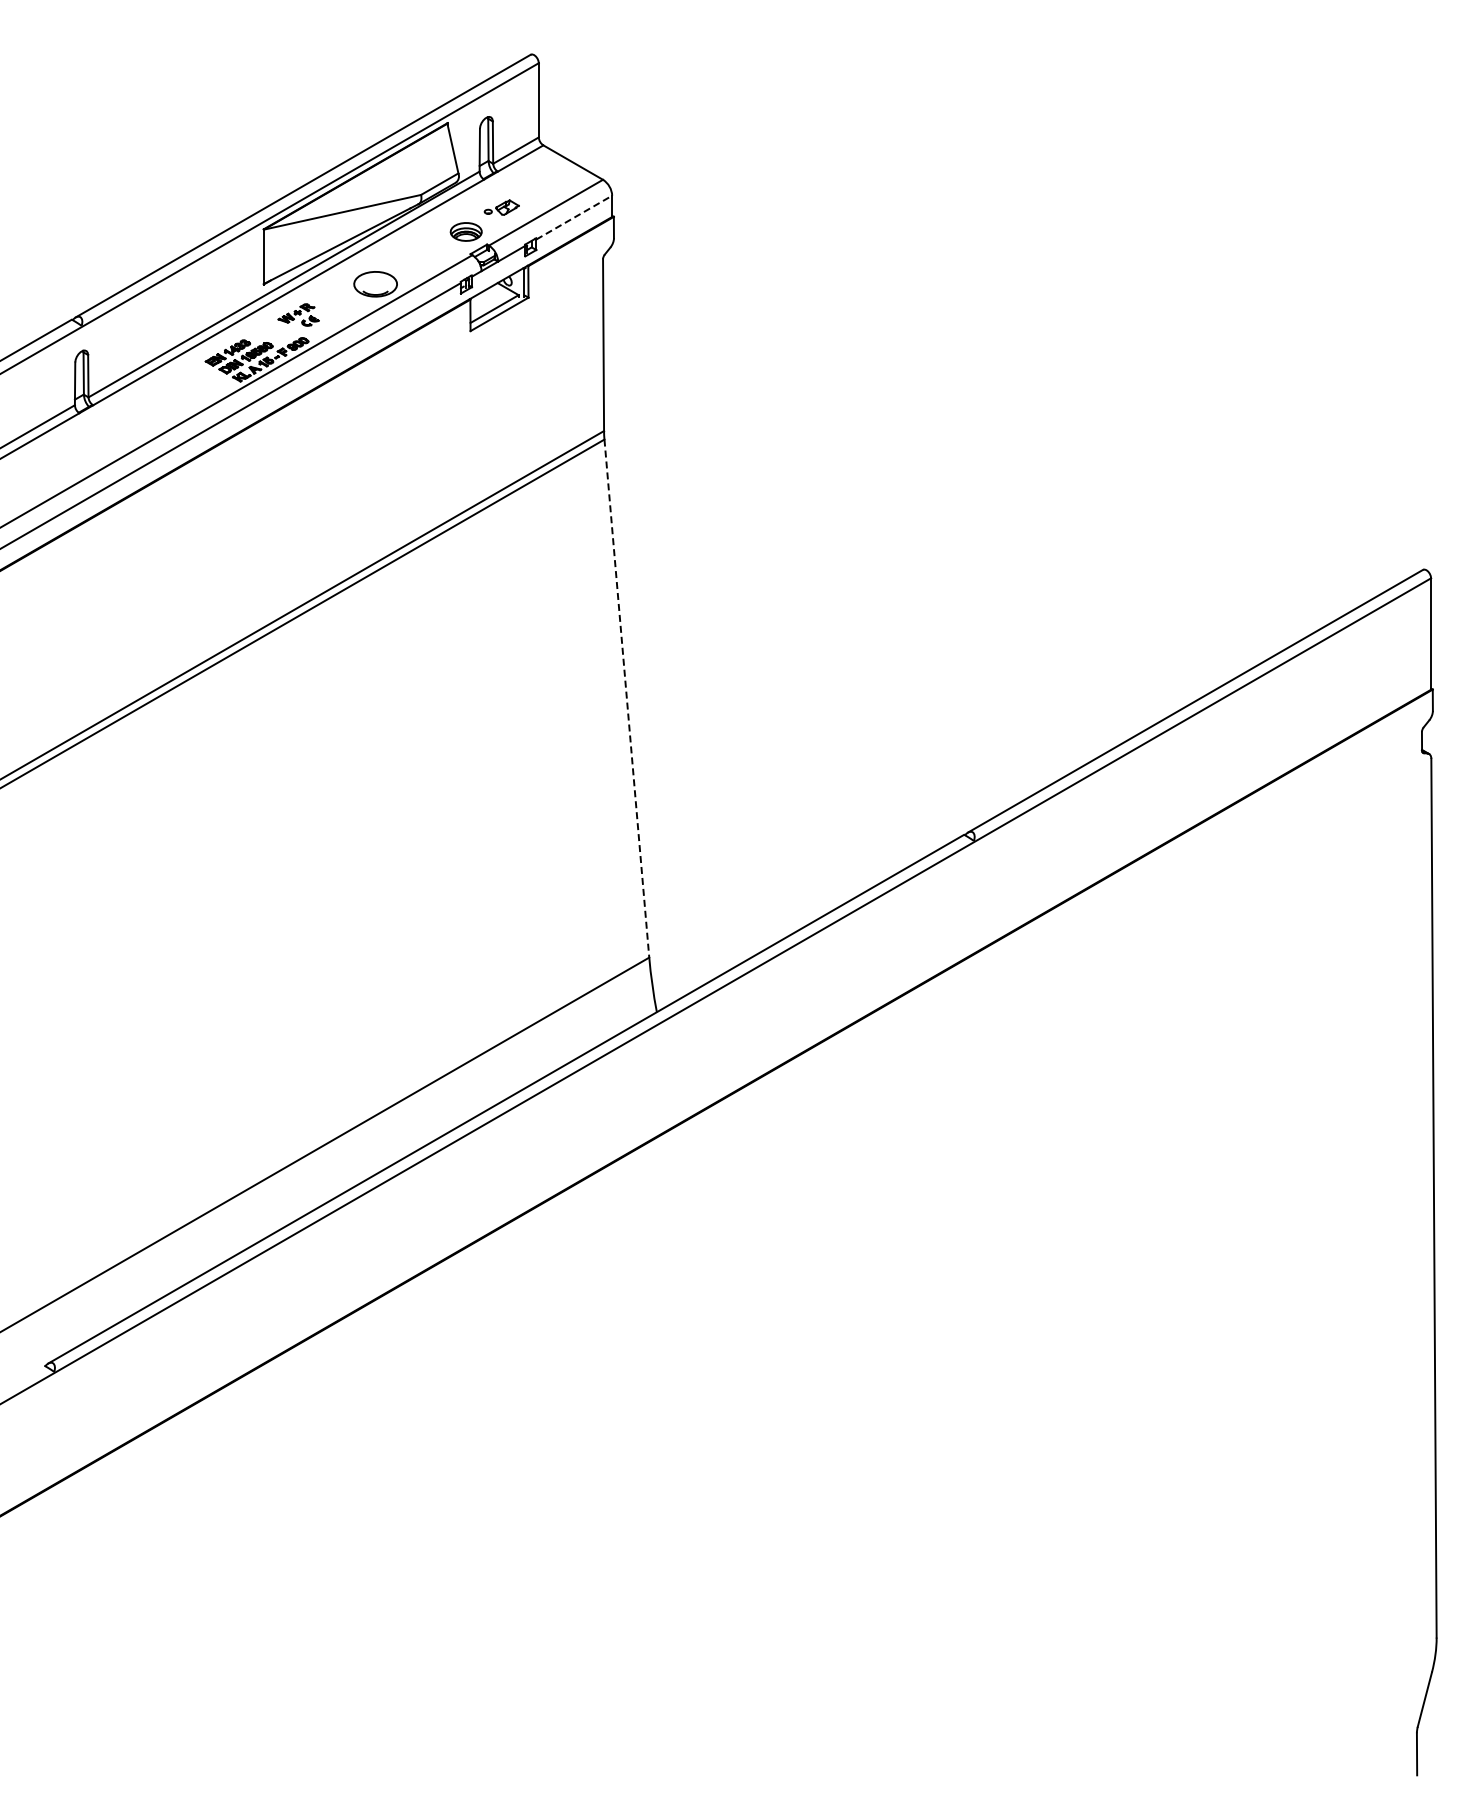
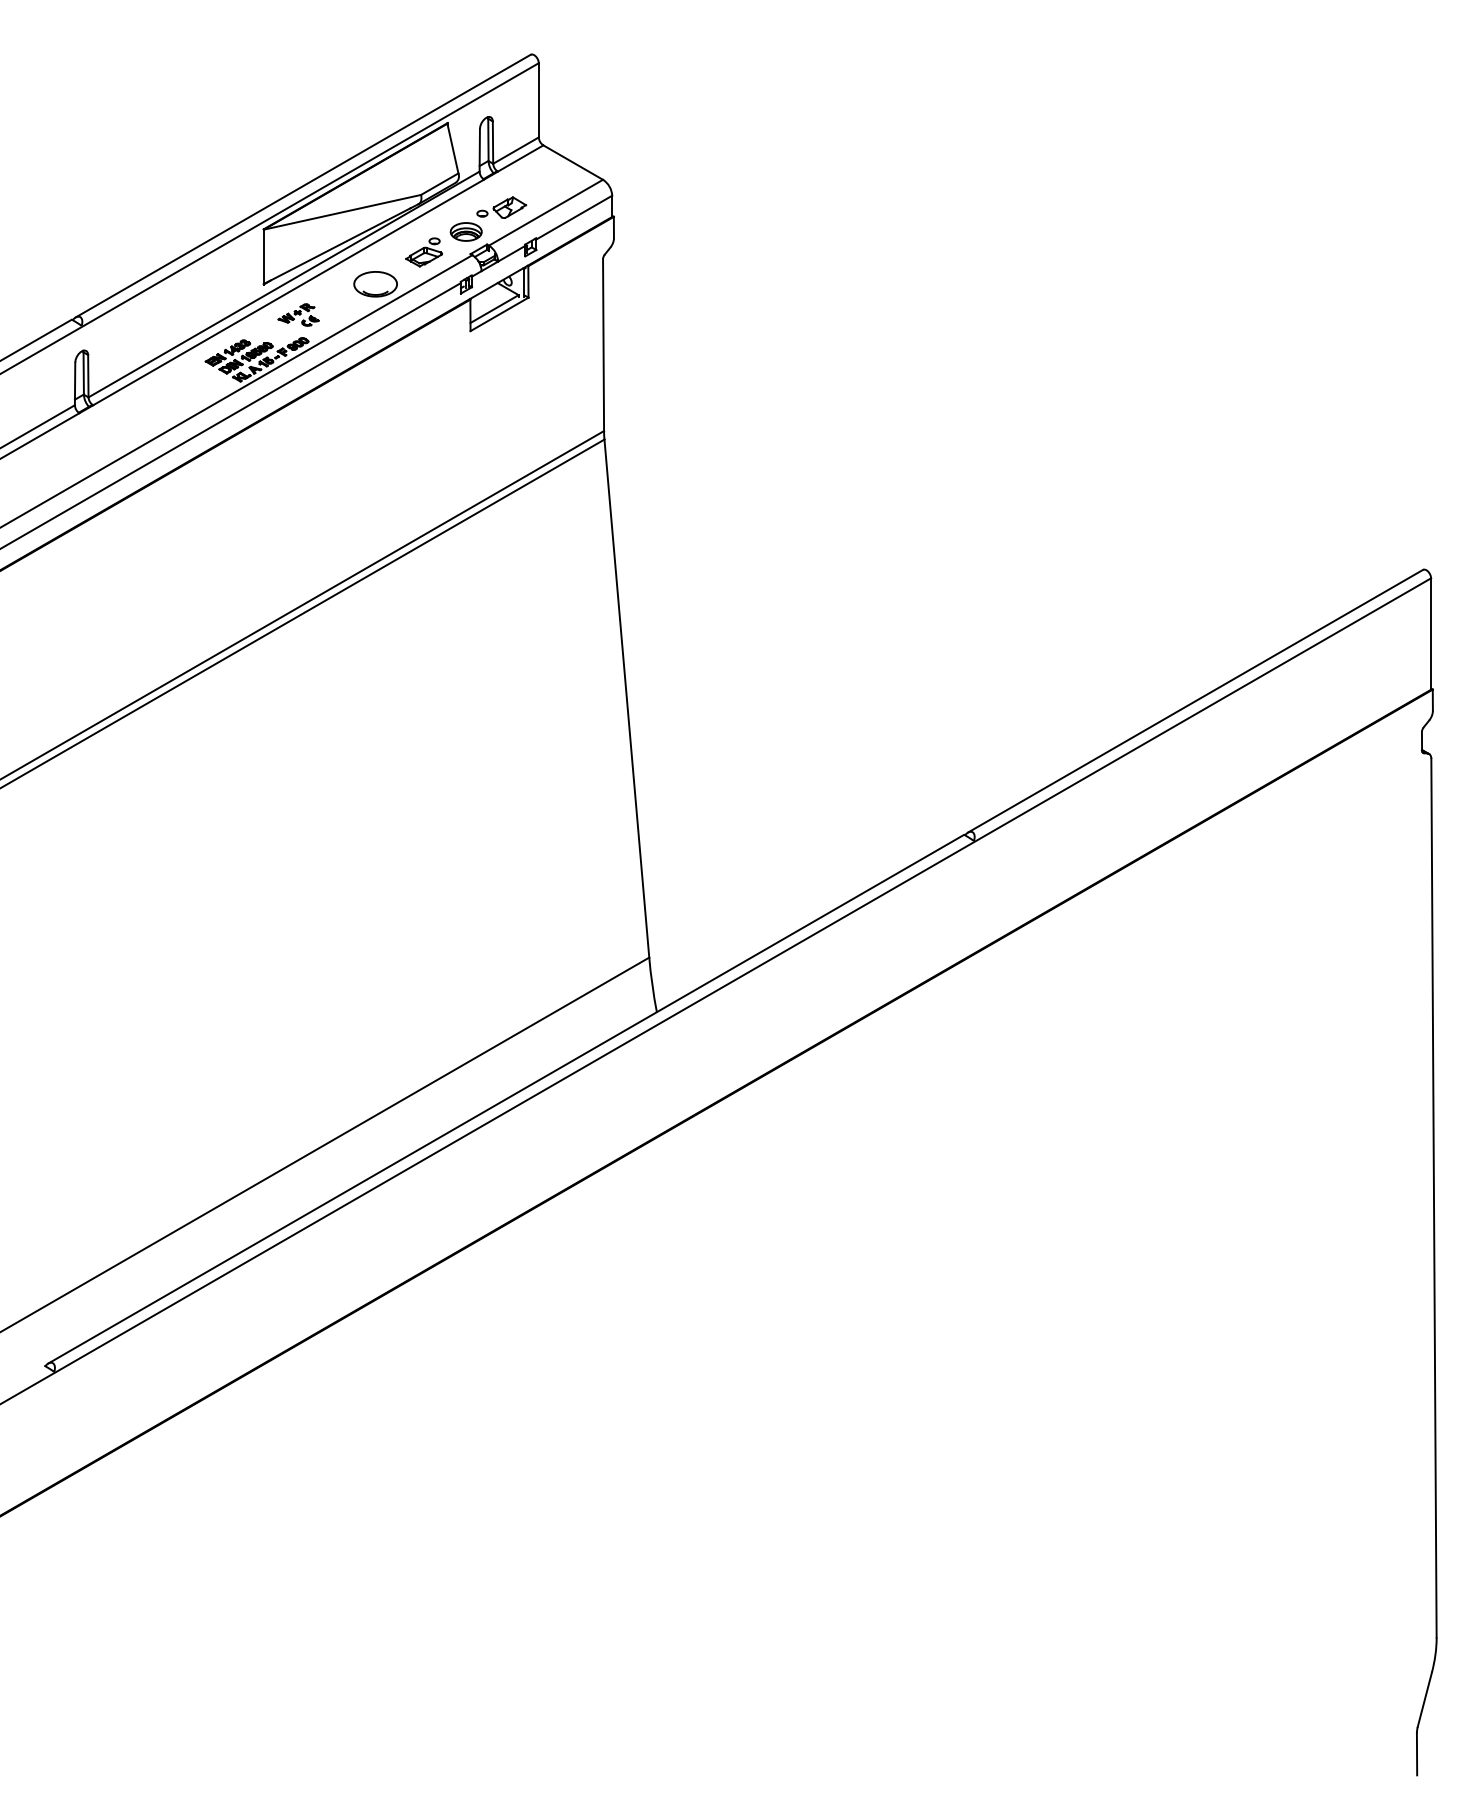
part at (501, 207) size: 37x17 px -> 52x23 px
line at (574, 217): dashed -> solid
part at (423, 252): none -> present
line at (626, 698): dashed -> solid
